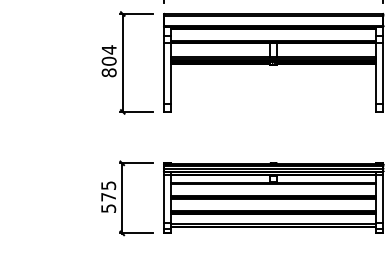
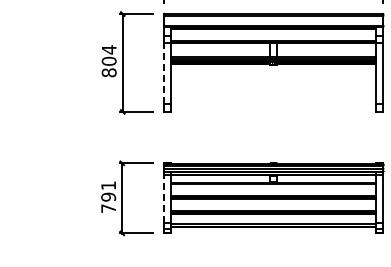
line at (164, 73): solid -> dashed
text at (108, 196): 575 -> 791
line at (164, 198): solid -> dashed
